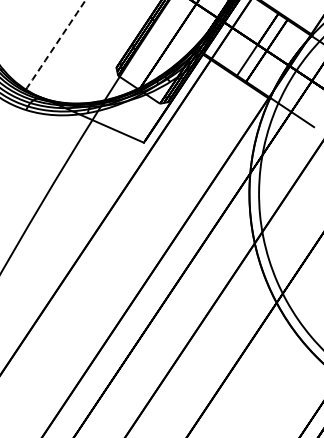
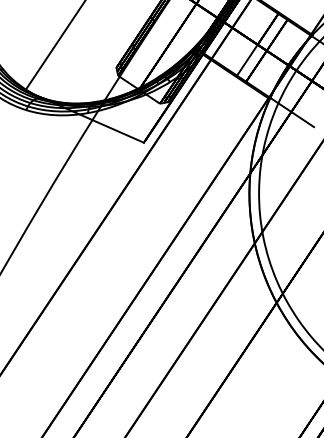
arc at (52, 49): dashed -> solid
